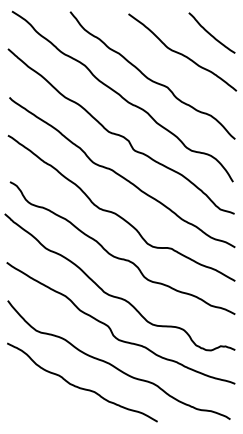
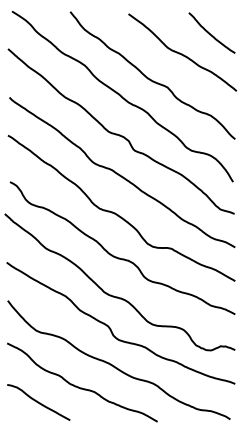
curve at (38, 402): none -> present
